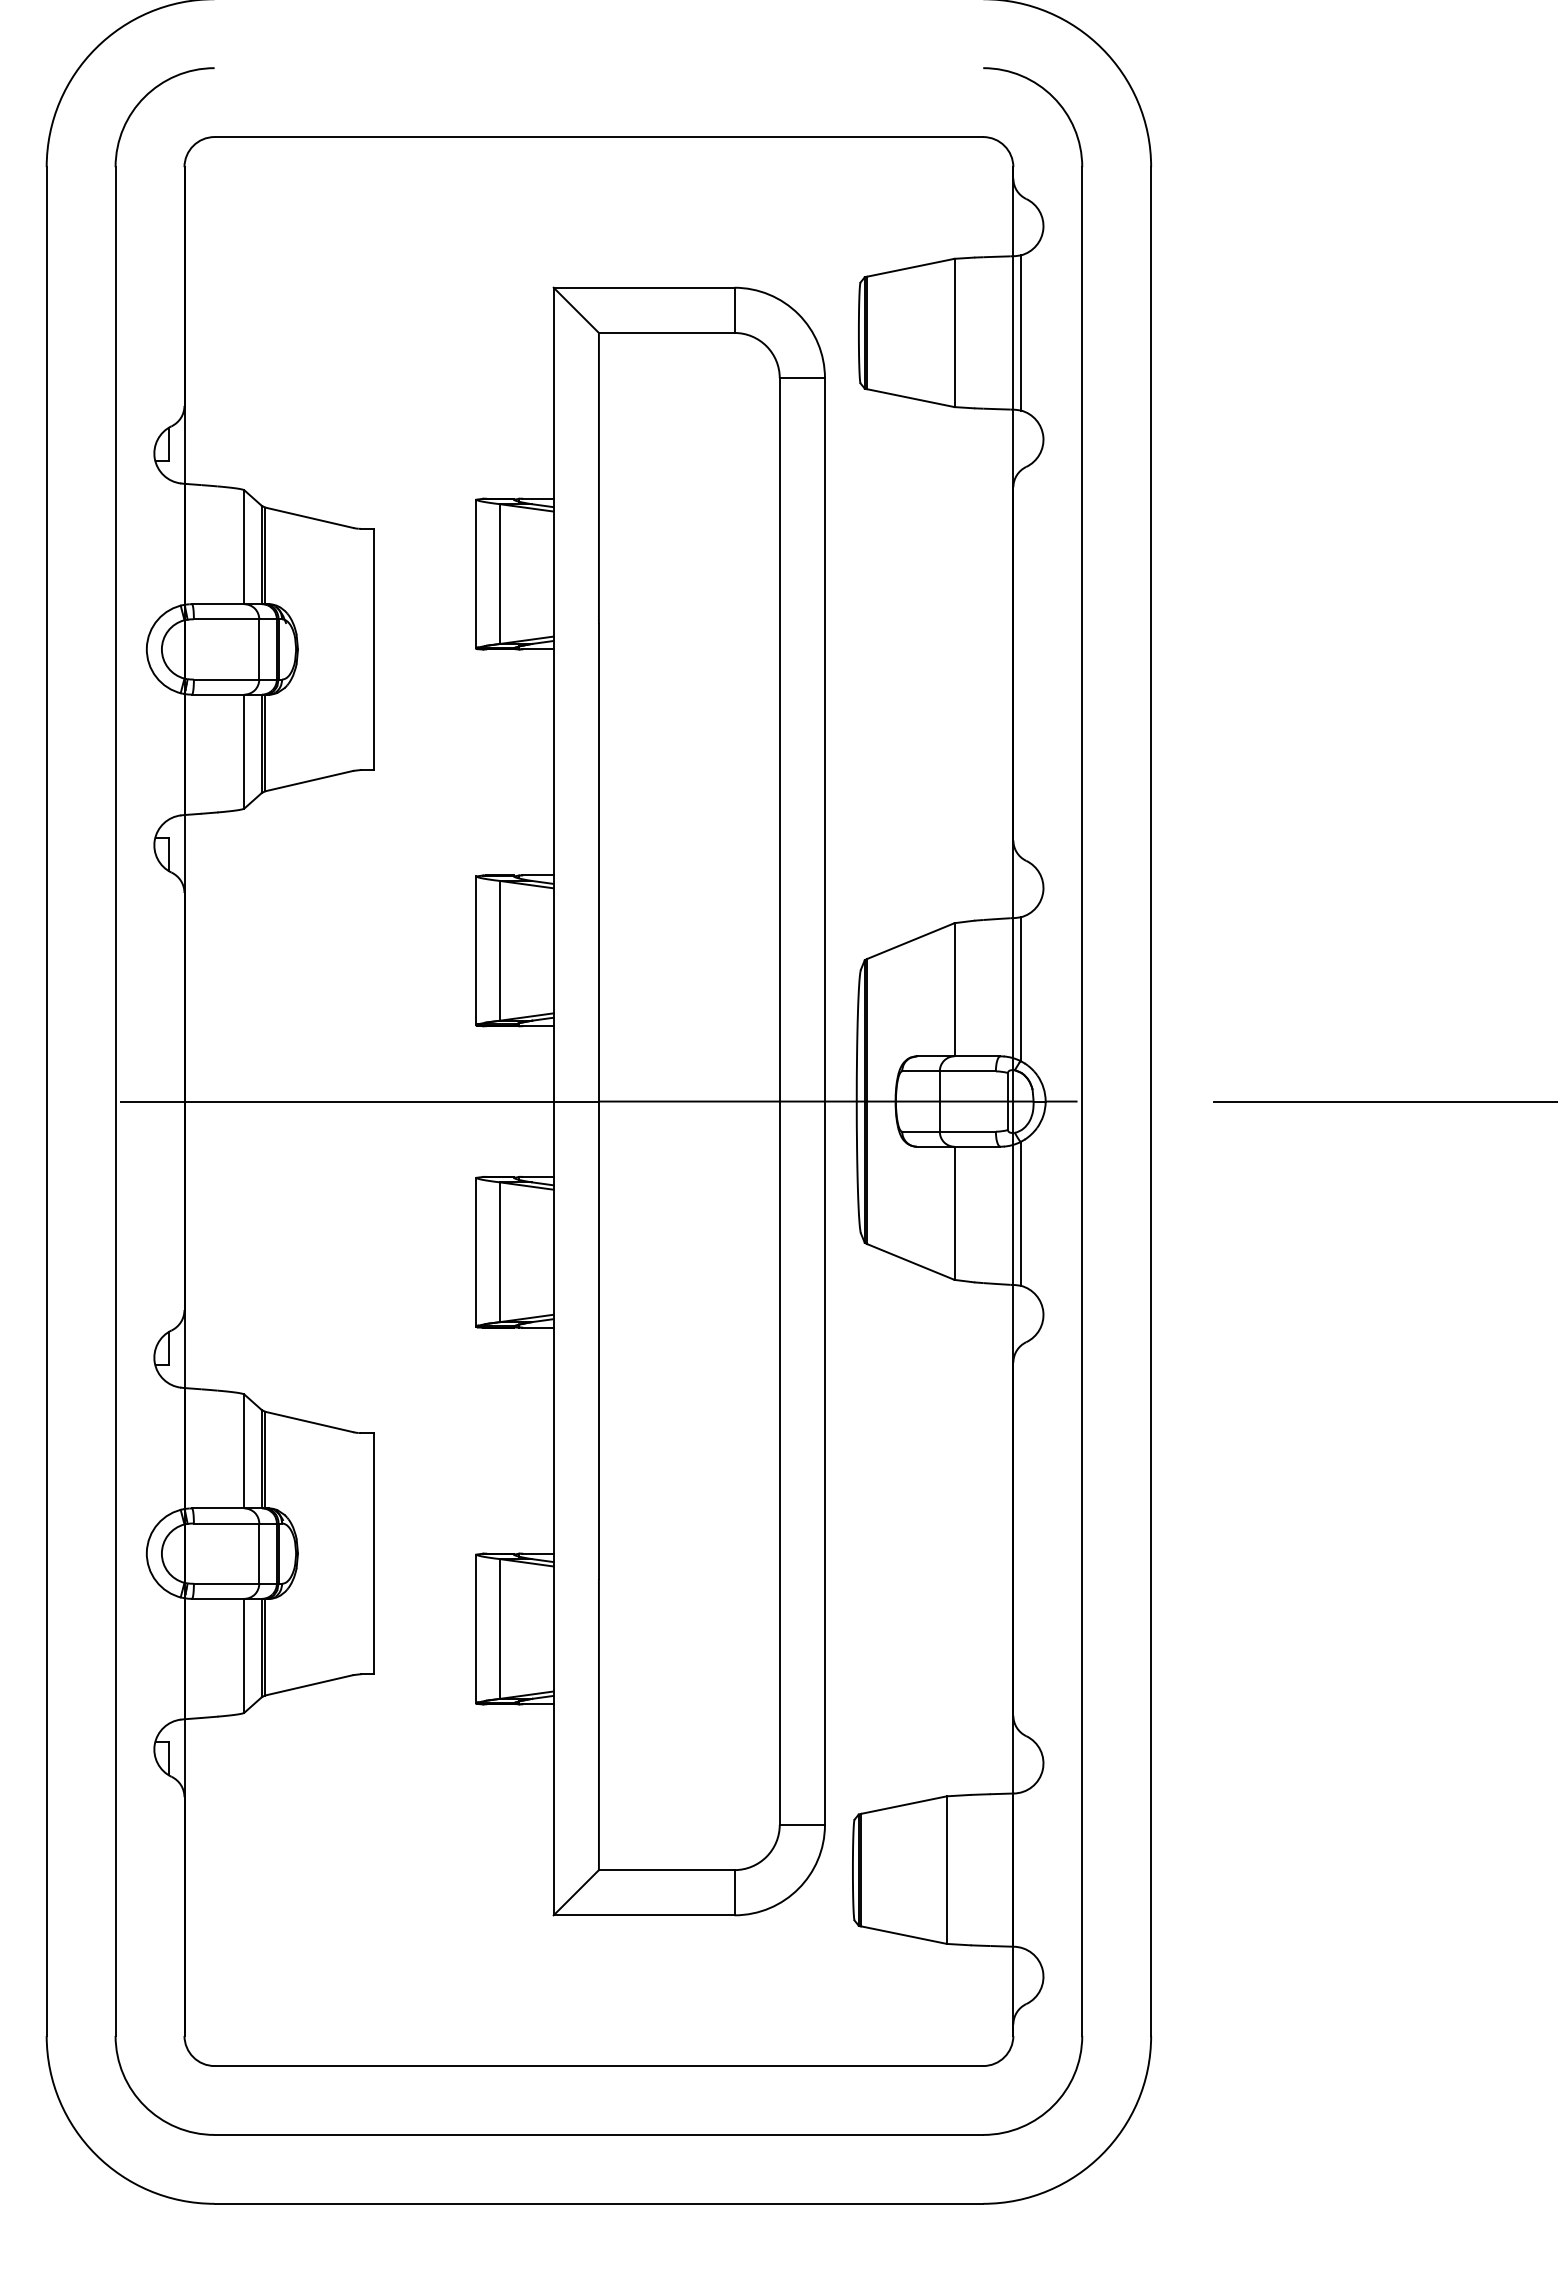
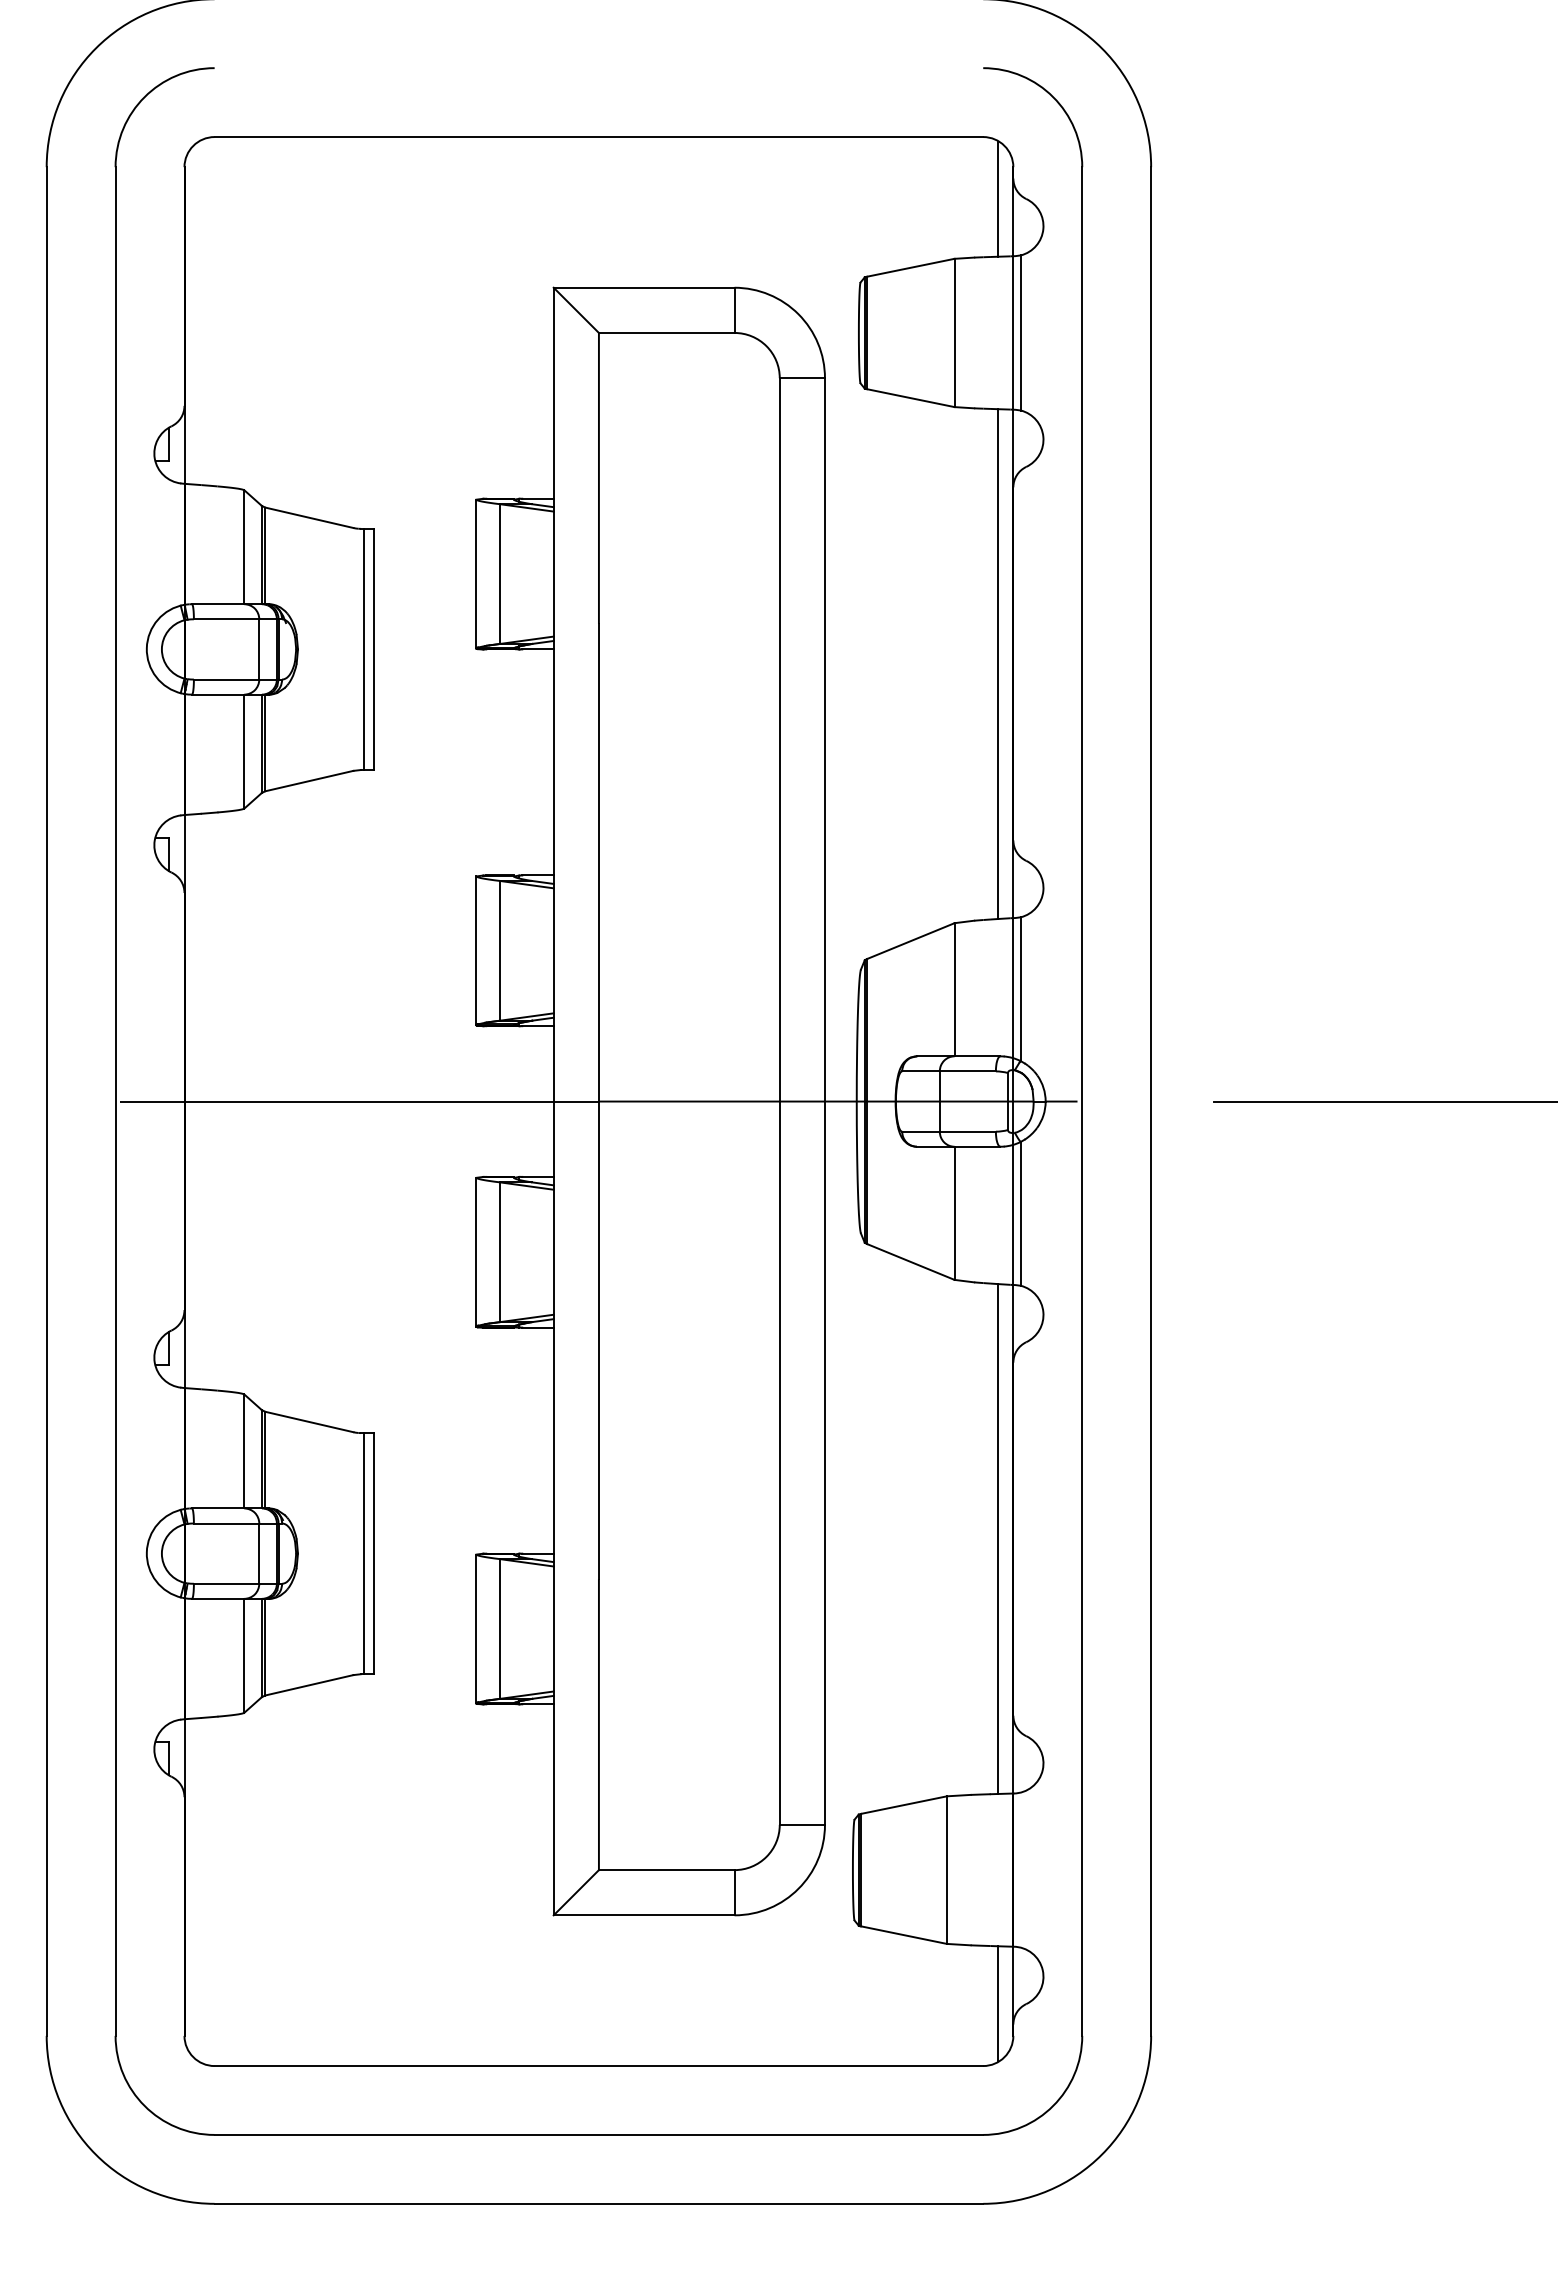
line at (998, 198): none -> present
line at (364, 649): none -> present
line at (998, 664): none -> present
line at (998, 1538): none -> present
line at (364, 1553): none -> present
line at (998, 2003): none -> present
